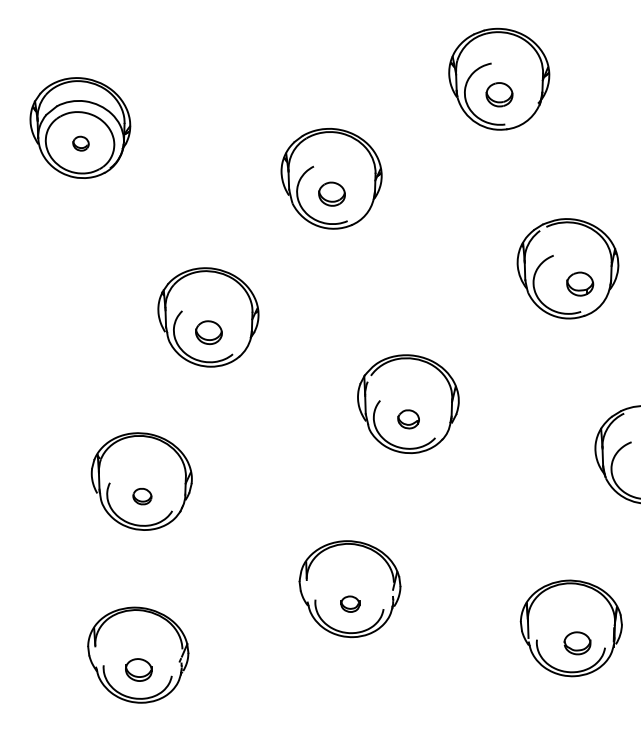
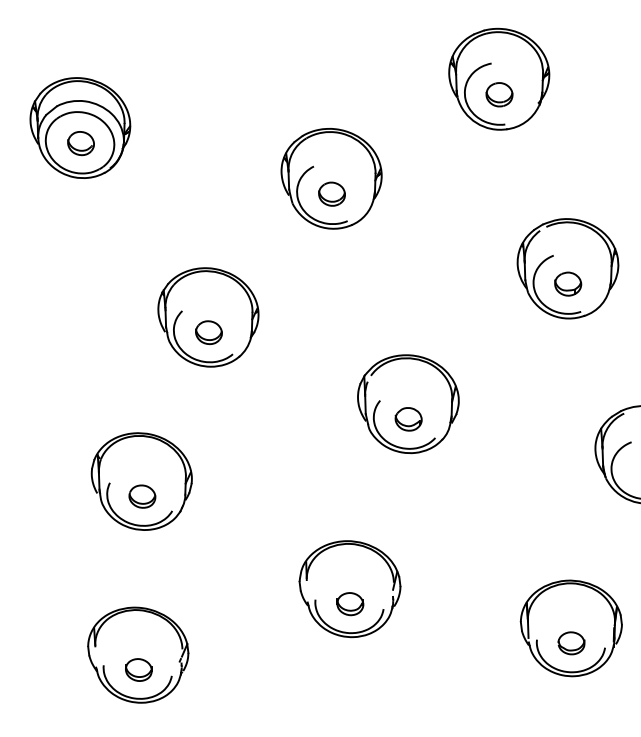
part at (80, 143) size: 18x17 px -> 28x26 px
part at (580, 283) position: (580, 283) -> (568, 283)
part at (408, 419) size: 23x21 px -> 29x25 px
part at (142, 496) size: 21x18 px -> 29x25 px
part at (350, 603) size: 21x18 px -> 29x25 px
part at (577, 643) position: (577, 643) -> (571, 643)
